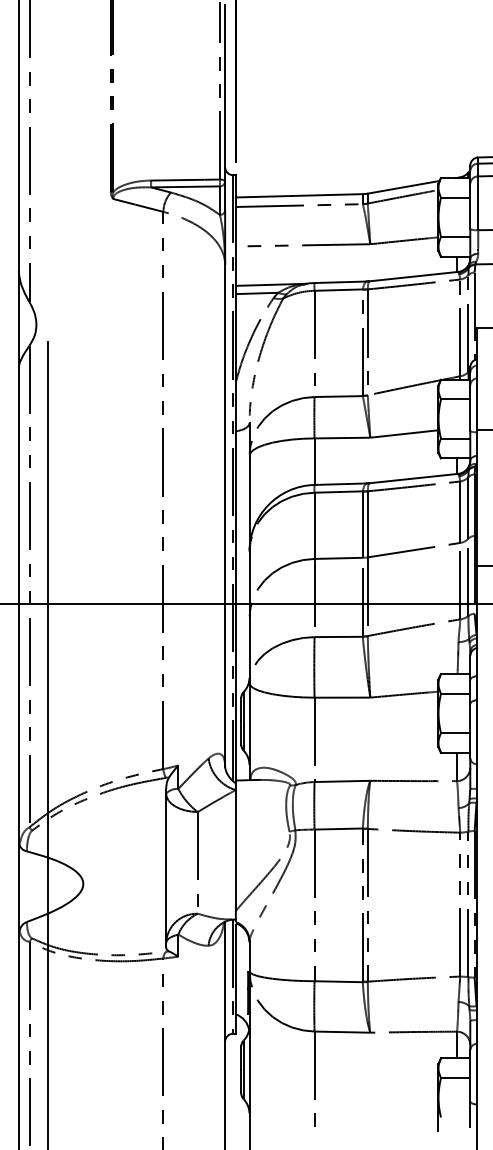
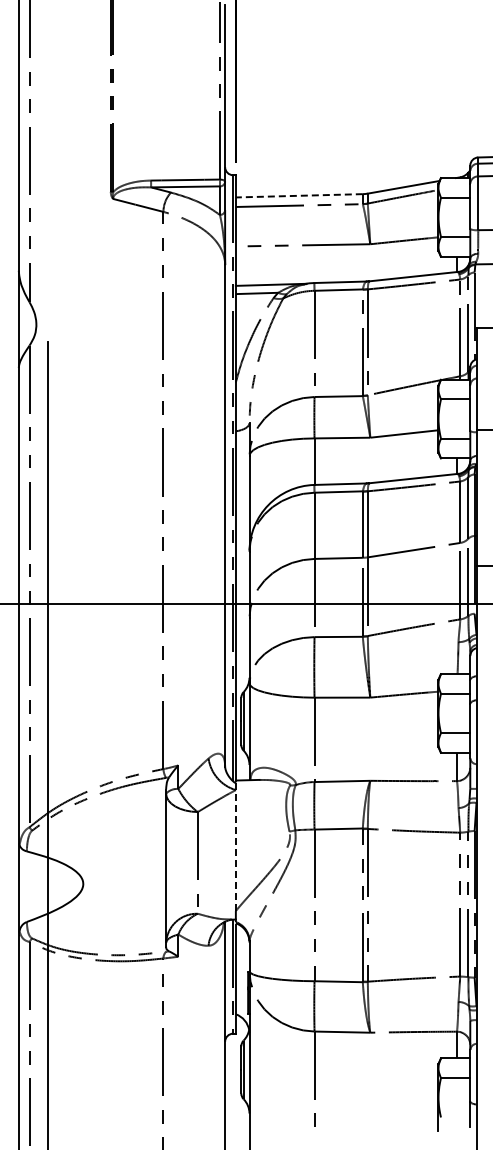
line at (298, 195): solid -> dashed
line at (235, 845): solid -> dashed
